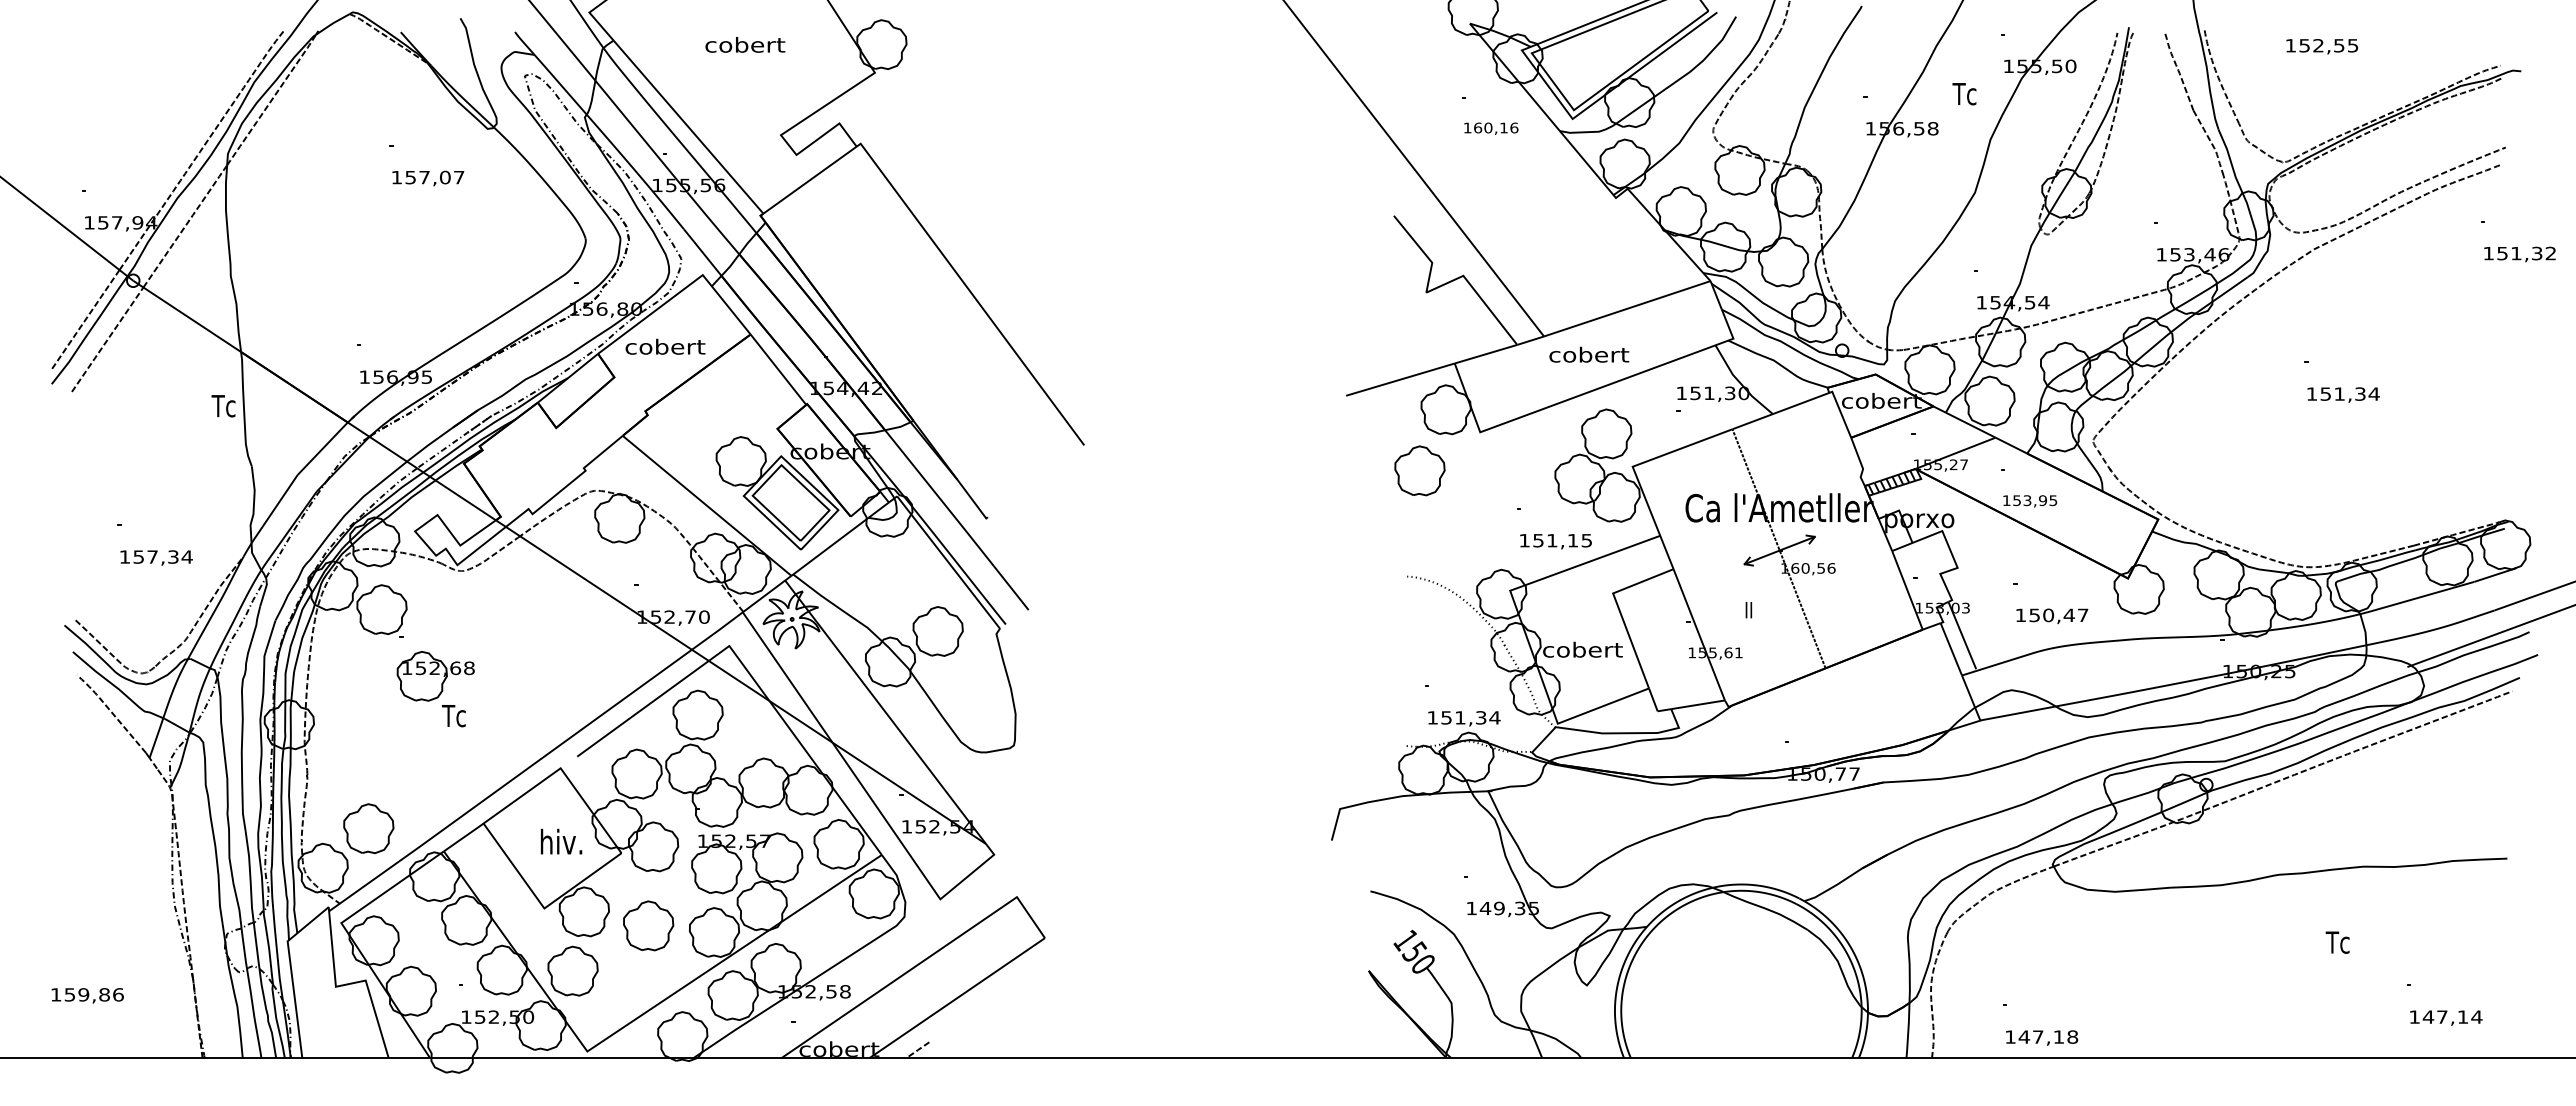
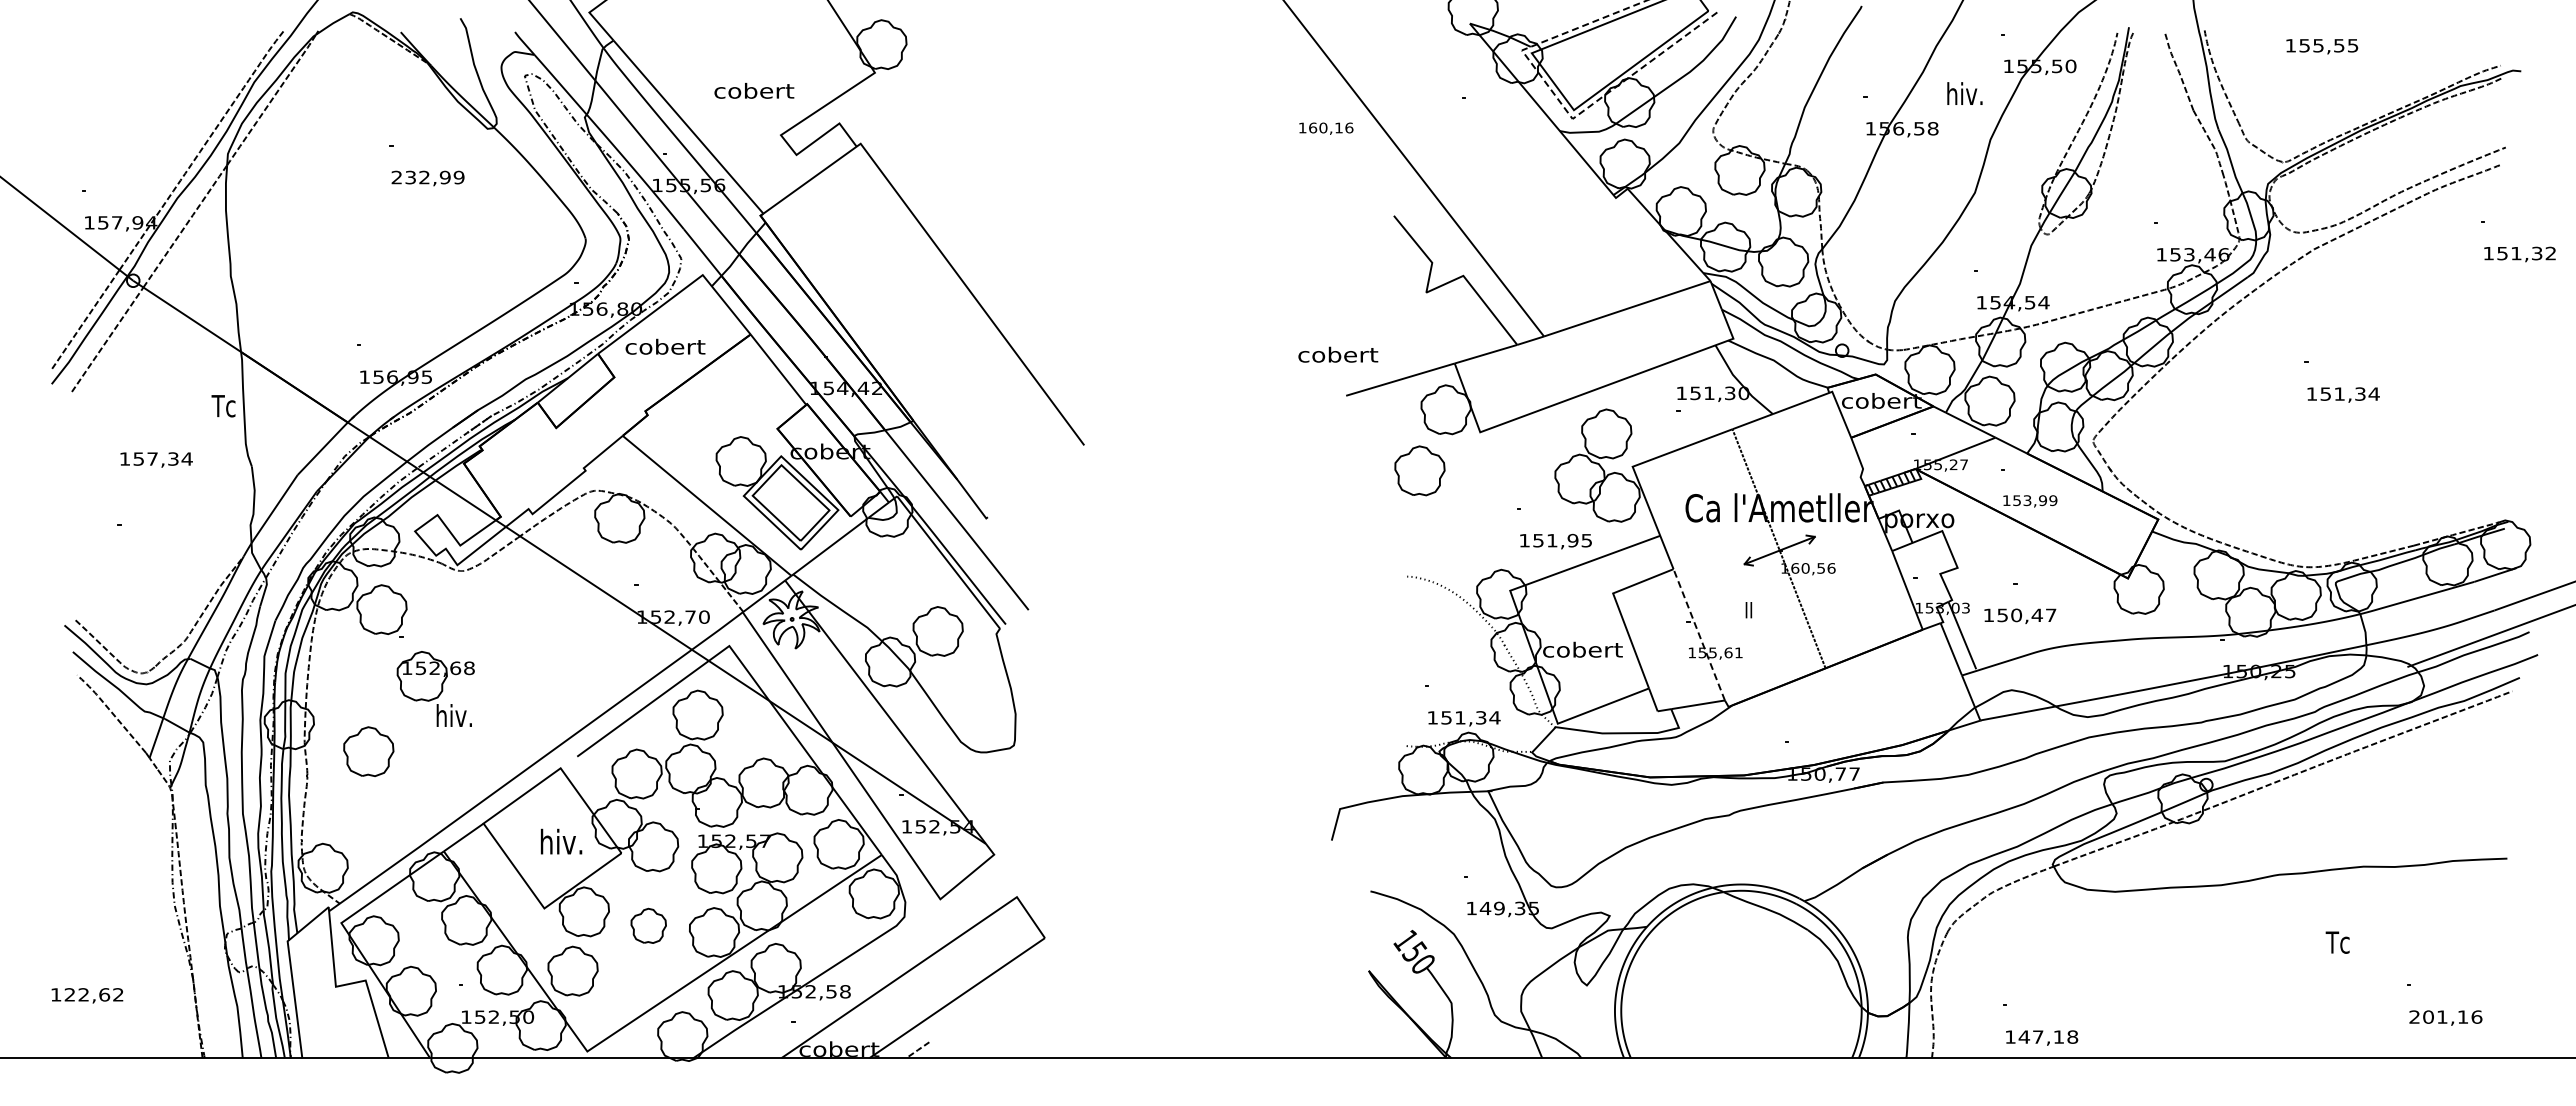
text at (745, 44) position: (745, 44) -> (754, 90)
text at (2318, 45): 152,55 -> 155,55
text at (1964, 93): Tc -> hiv.
line at (1560, 102): solid -> dashed
text at (1491, 128) position: (1491, 128) -> (1326, 128)
text at (427, 177): 157,07 -> 232,99
text at (1589, 354) position: (1589, 354) -> (1338, 354)
text at (2053, 500): 153,95 -> 153,99
text at (1572, 540): 151,15 -> 151,95
text at (156, 557) position: (156, 557) -> (156, 459)
text at (2052, 615) position: (2052, 615) -> (2020, 615)
line at (1699, 634): solid -> dashed
text at (453, 715): Tc -> hiv.
part at (368, 828) position: (368, 828) -> (368, 751)
part at (648, 925) size: 52x52 px -> 37x37 px
text at (93, 994): 159,86 -> 122,62
text at (2445, 1016): 147,14 -> 201,16
